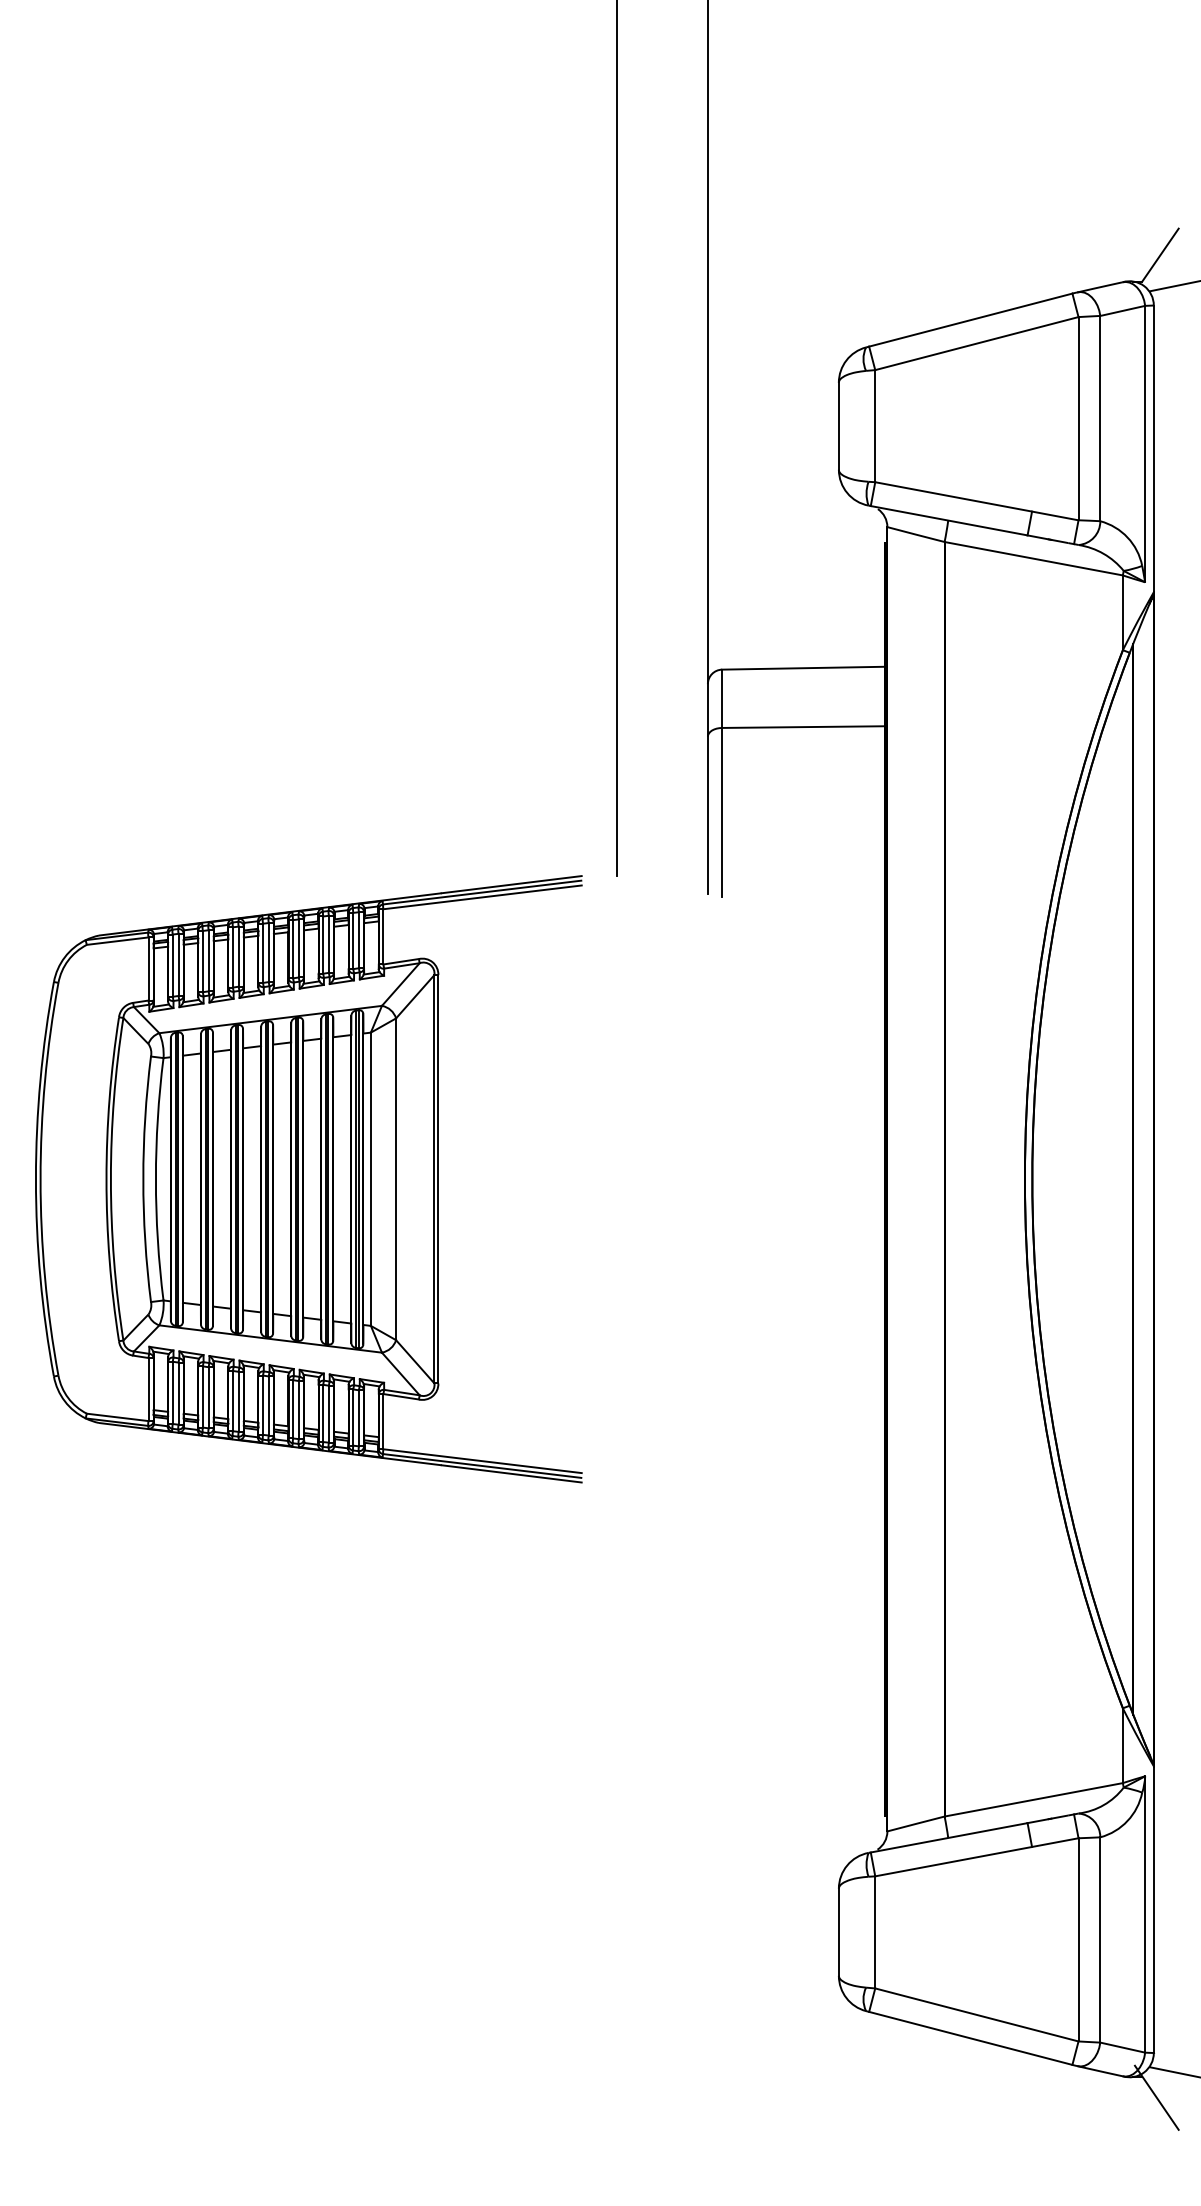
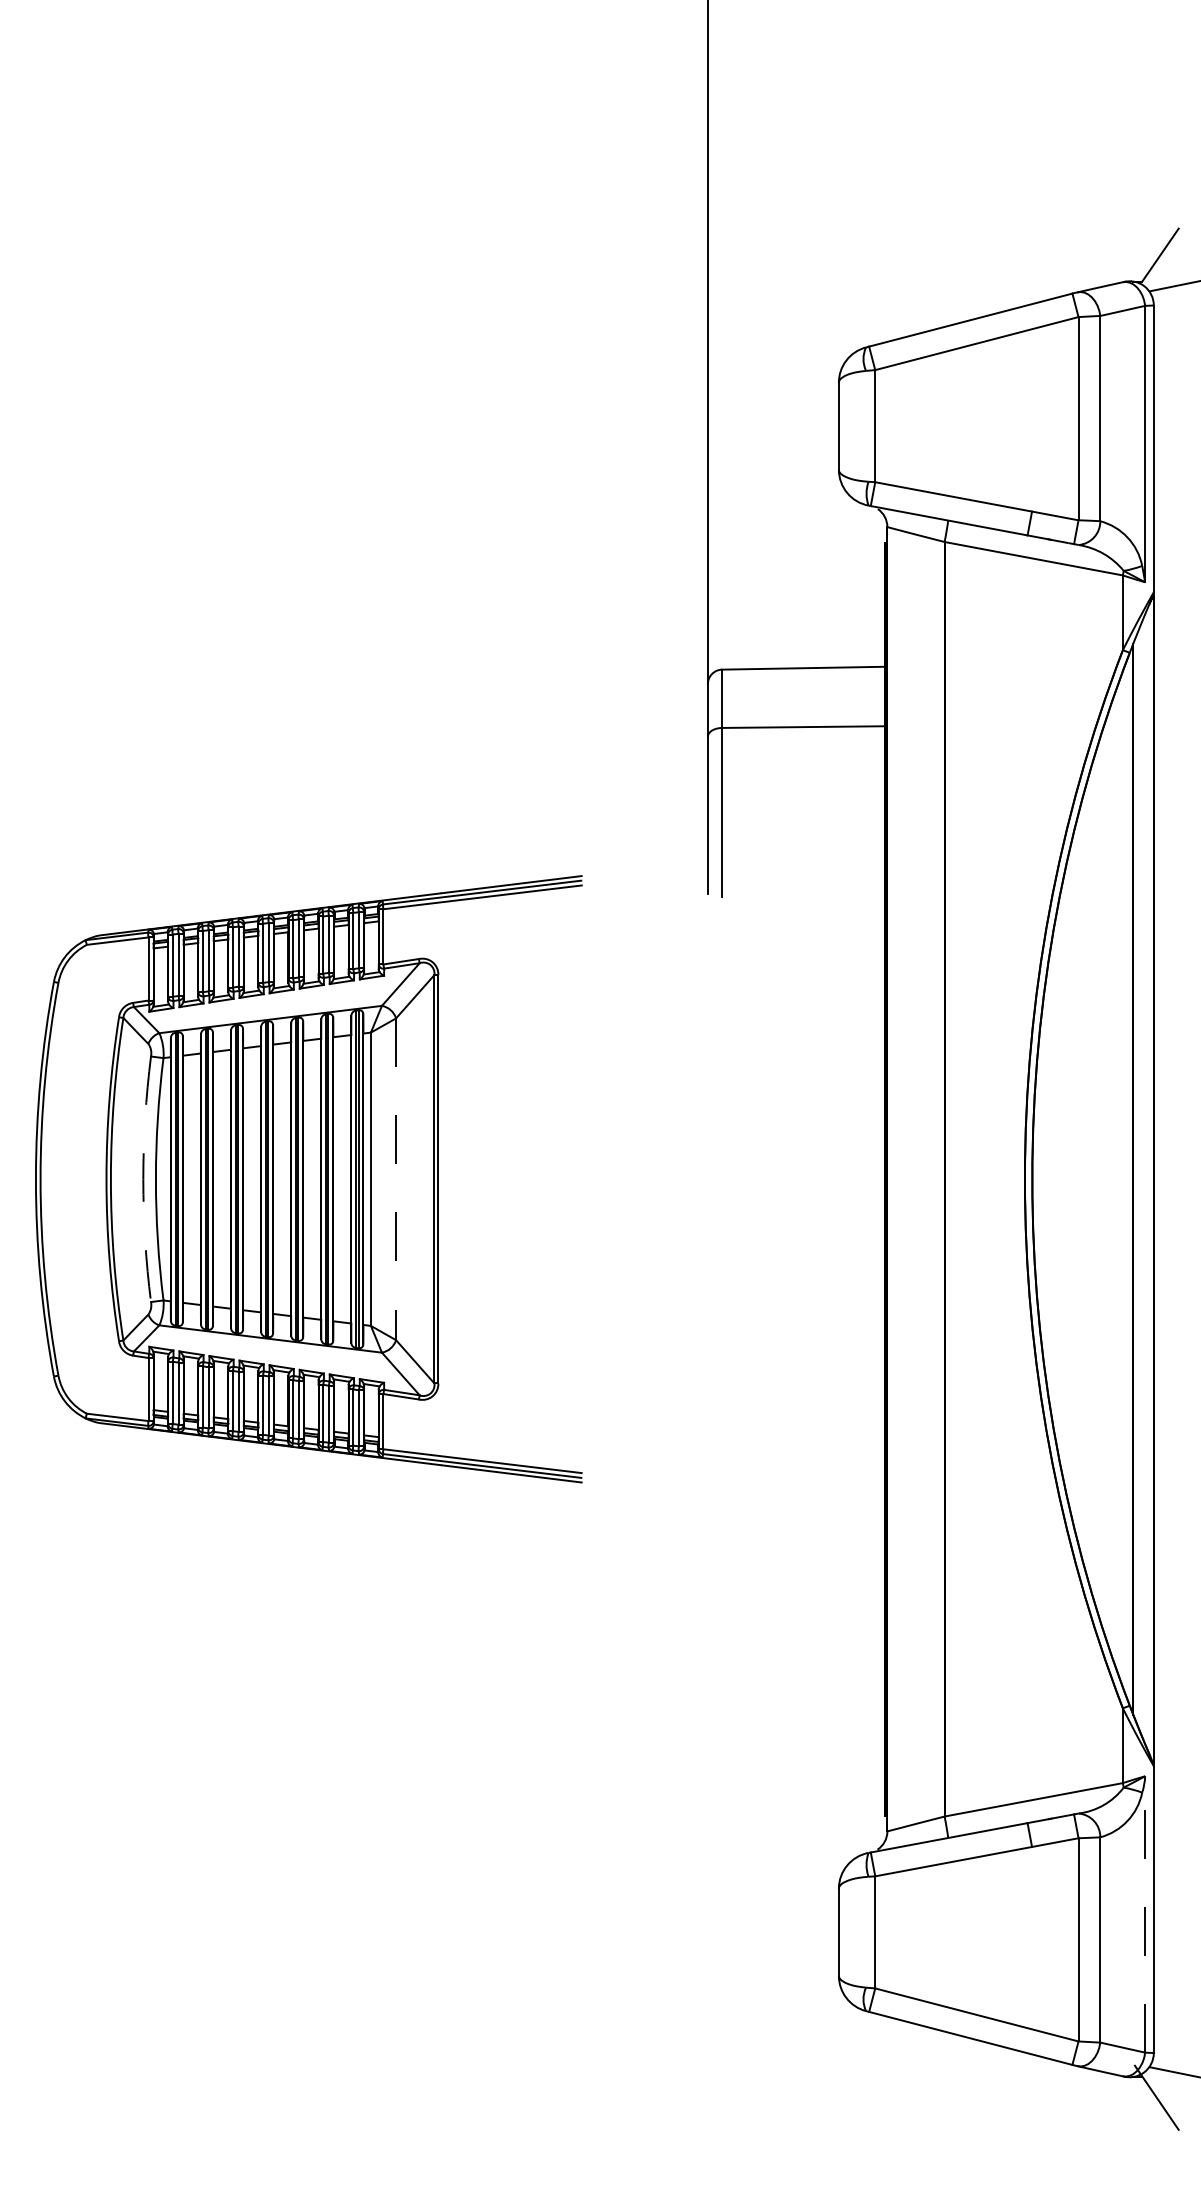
line at (616, 439): present -> none
arc at (143, 1179): solid -> dashed
line at (396, 1179): solid -> dashed
line at (1145, 1913): solid -> dashed
